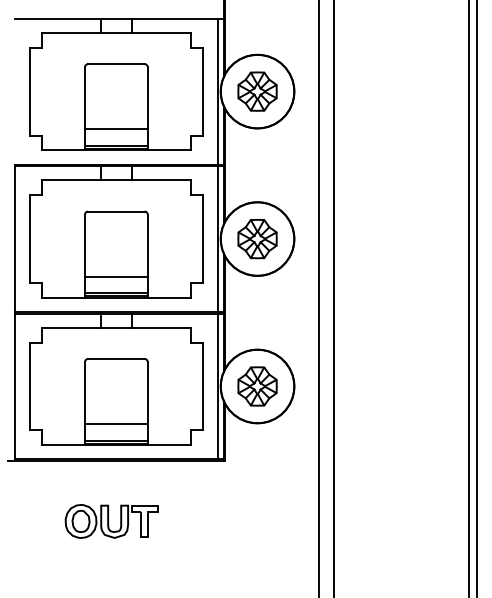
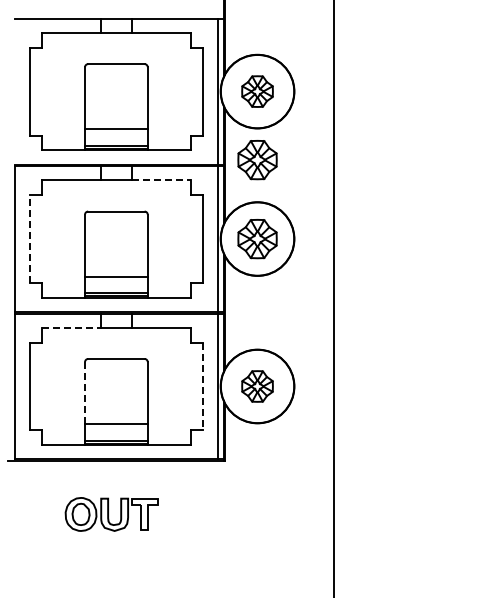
part at (257, 91) size: 41x41 px -> 33x33 px
part at (257, 160): none -> present
line at (162, 180): solid -> dashed
line at (30, 239): solid -> dashed
line at (318, 298): present -> none
line at (469, 298): present -> none
line at (477, 298): present -> none
line at (71, 327): solid -> dashed
line at (202, 386): solid -> dashed
part at (257, 386) size: 41x41 px -> 33x33 px
line at (85, 392): solid -> dashed
part at (111, 521) position: (111, 521) -> (111, 514)
